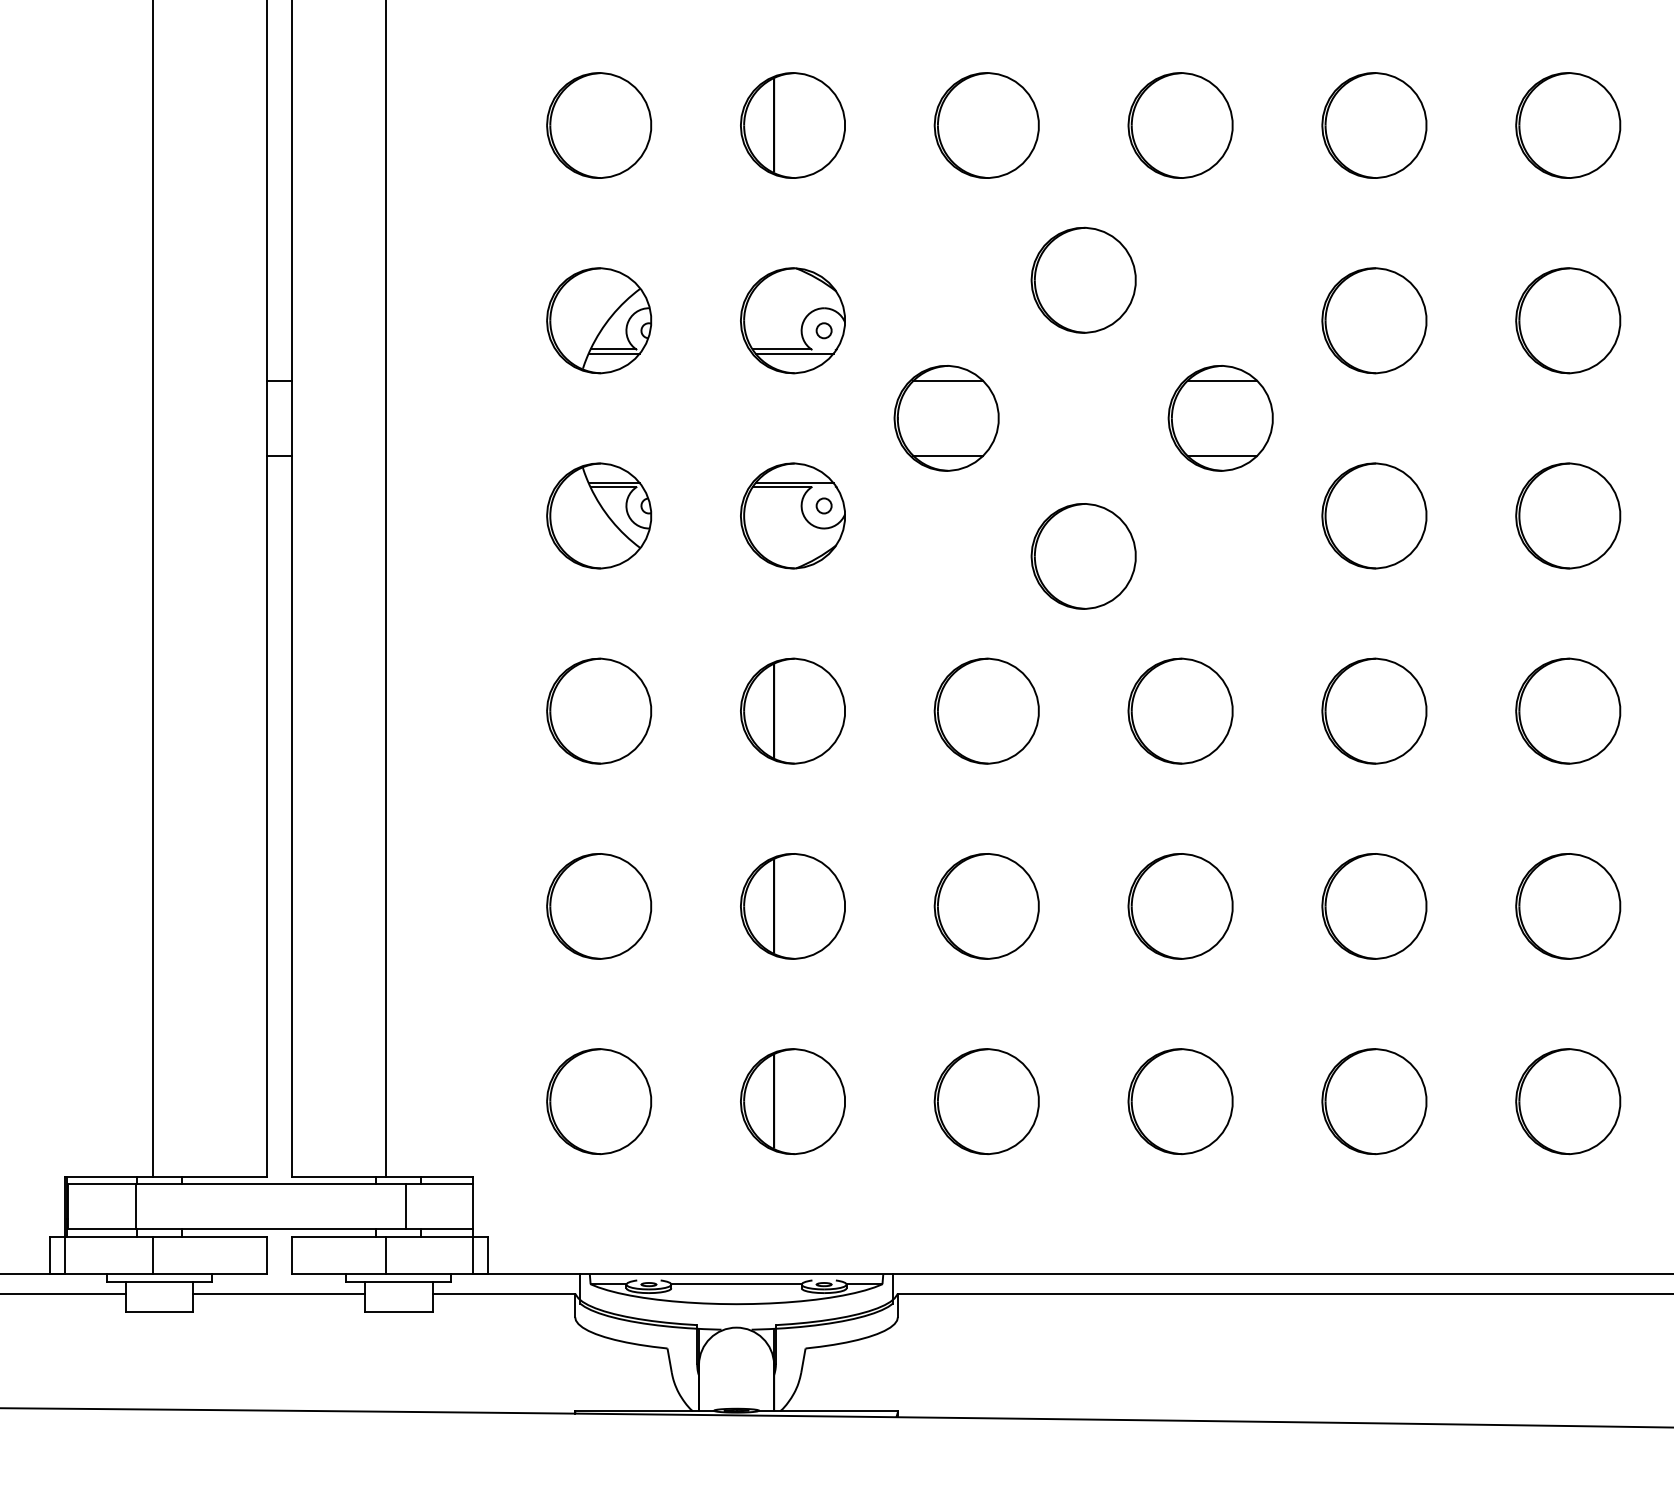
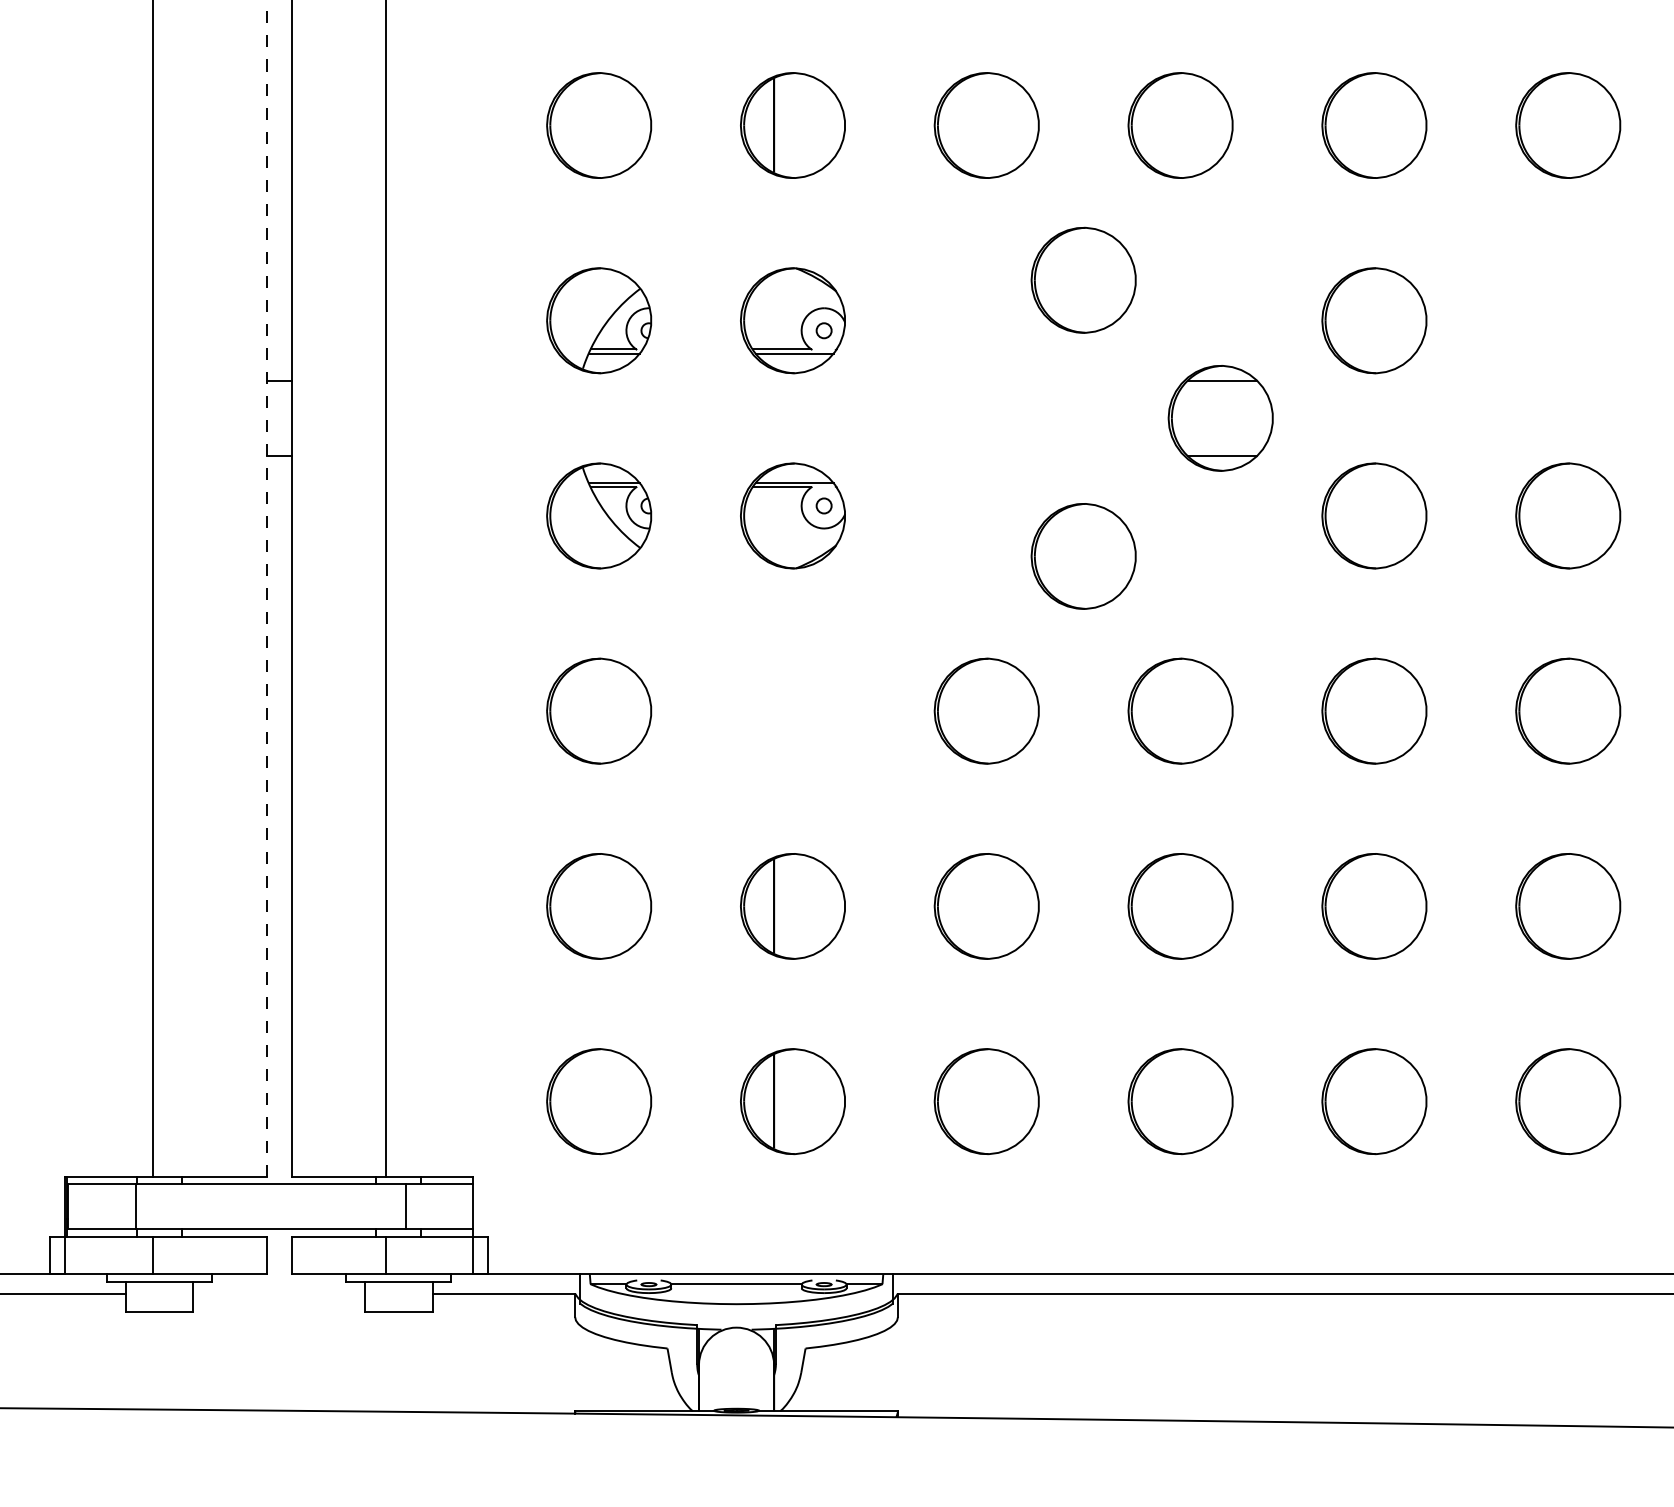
part at (1568, 320): present -> none
part at (946, 418): present -> none
line at (266, 588): solid -> dashed
part at (792, 710): present -> none
line at (279, 1294): present -> none
